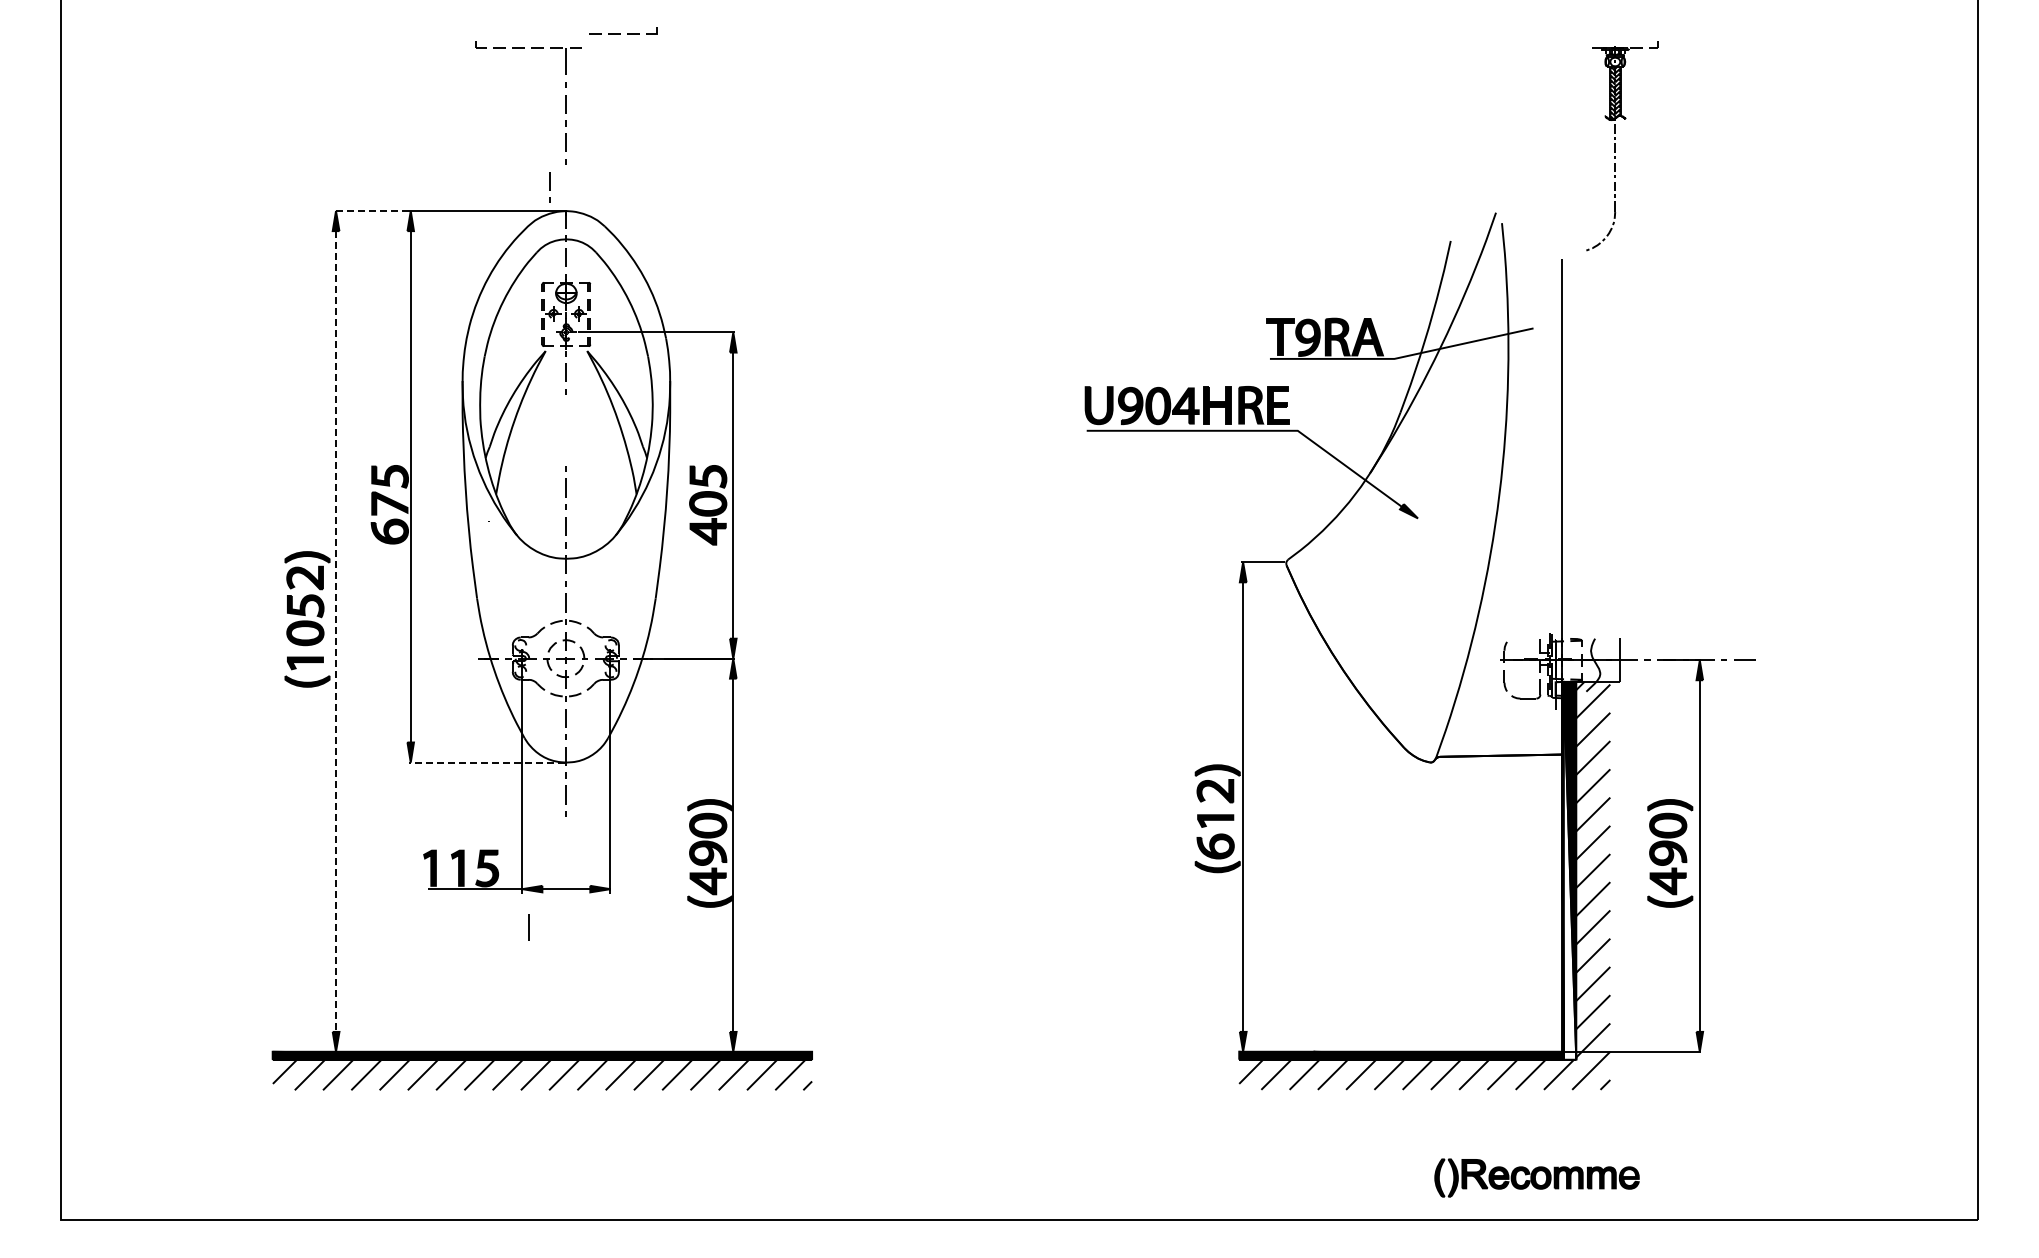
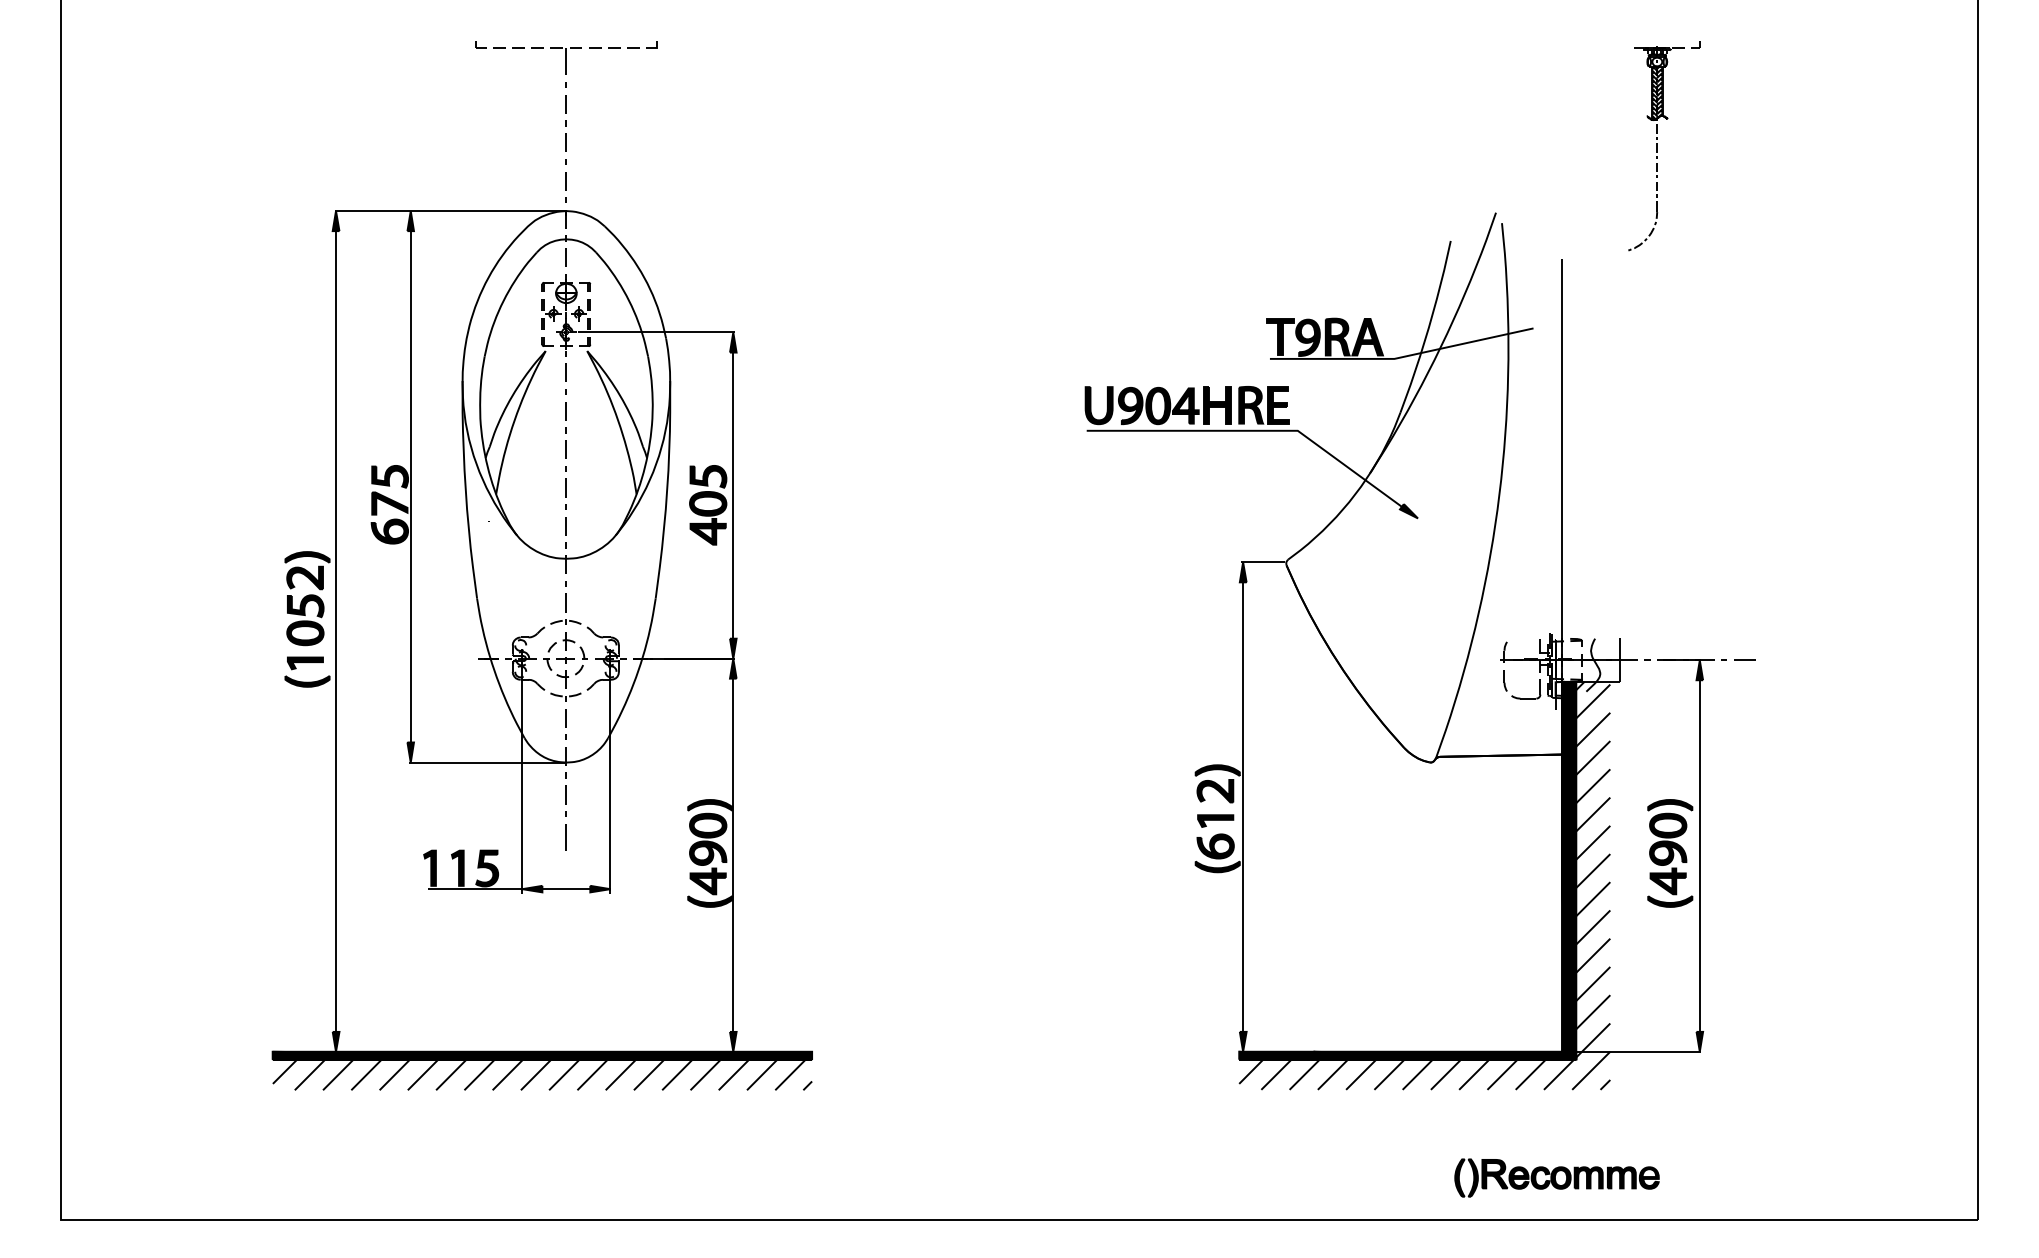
part at (623, 30) position: (623, 30) -> (623, 44)
part at (1615, 146) position: (1615, 146) -> (1657, 146)
line at (549, 187) position: (549, 187) -> (565, 187)
line at (371, 211): dashed -> solid
line at (565, 430): none -> present
line at (336, 632): dashed -> solid
line at (486, 762): dashed -> solid
fill at (1569, 870): none -> present
line at (528, 927) position: (528, 927) -> (565, 837)
part at (1536, 1177) position: (1536, 1177) -> (1556, 1177)
